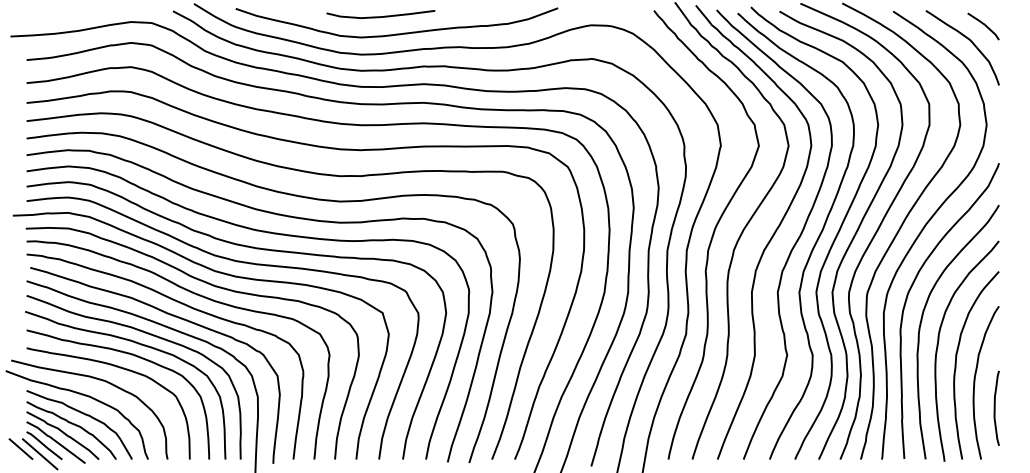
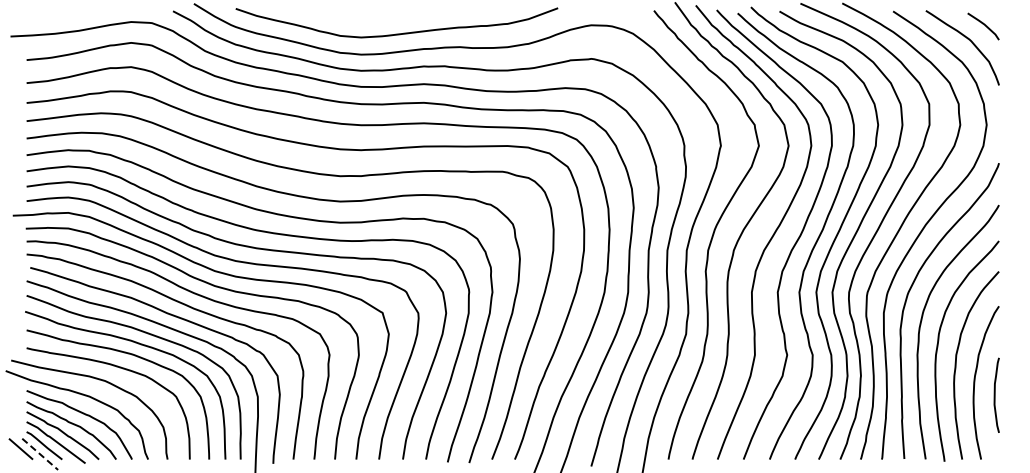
curve at (380, 16): present -> none
curve at (995, 407) position: (995, 407) -> (995, 394)
line at (40, 454): solid -> dashed
